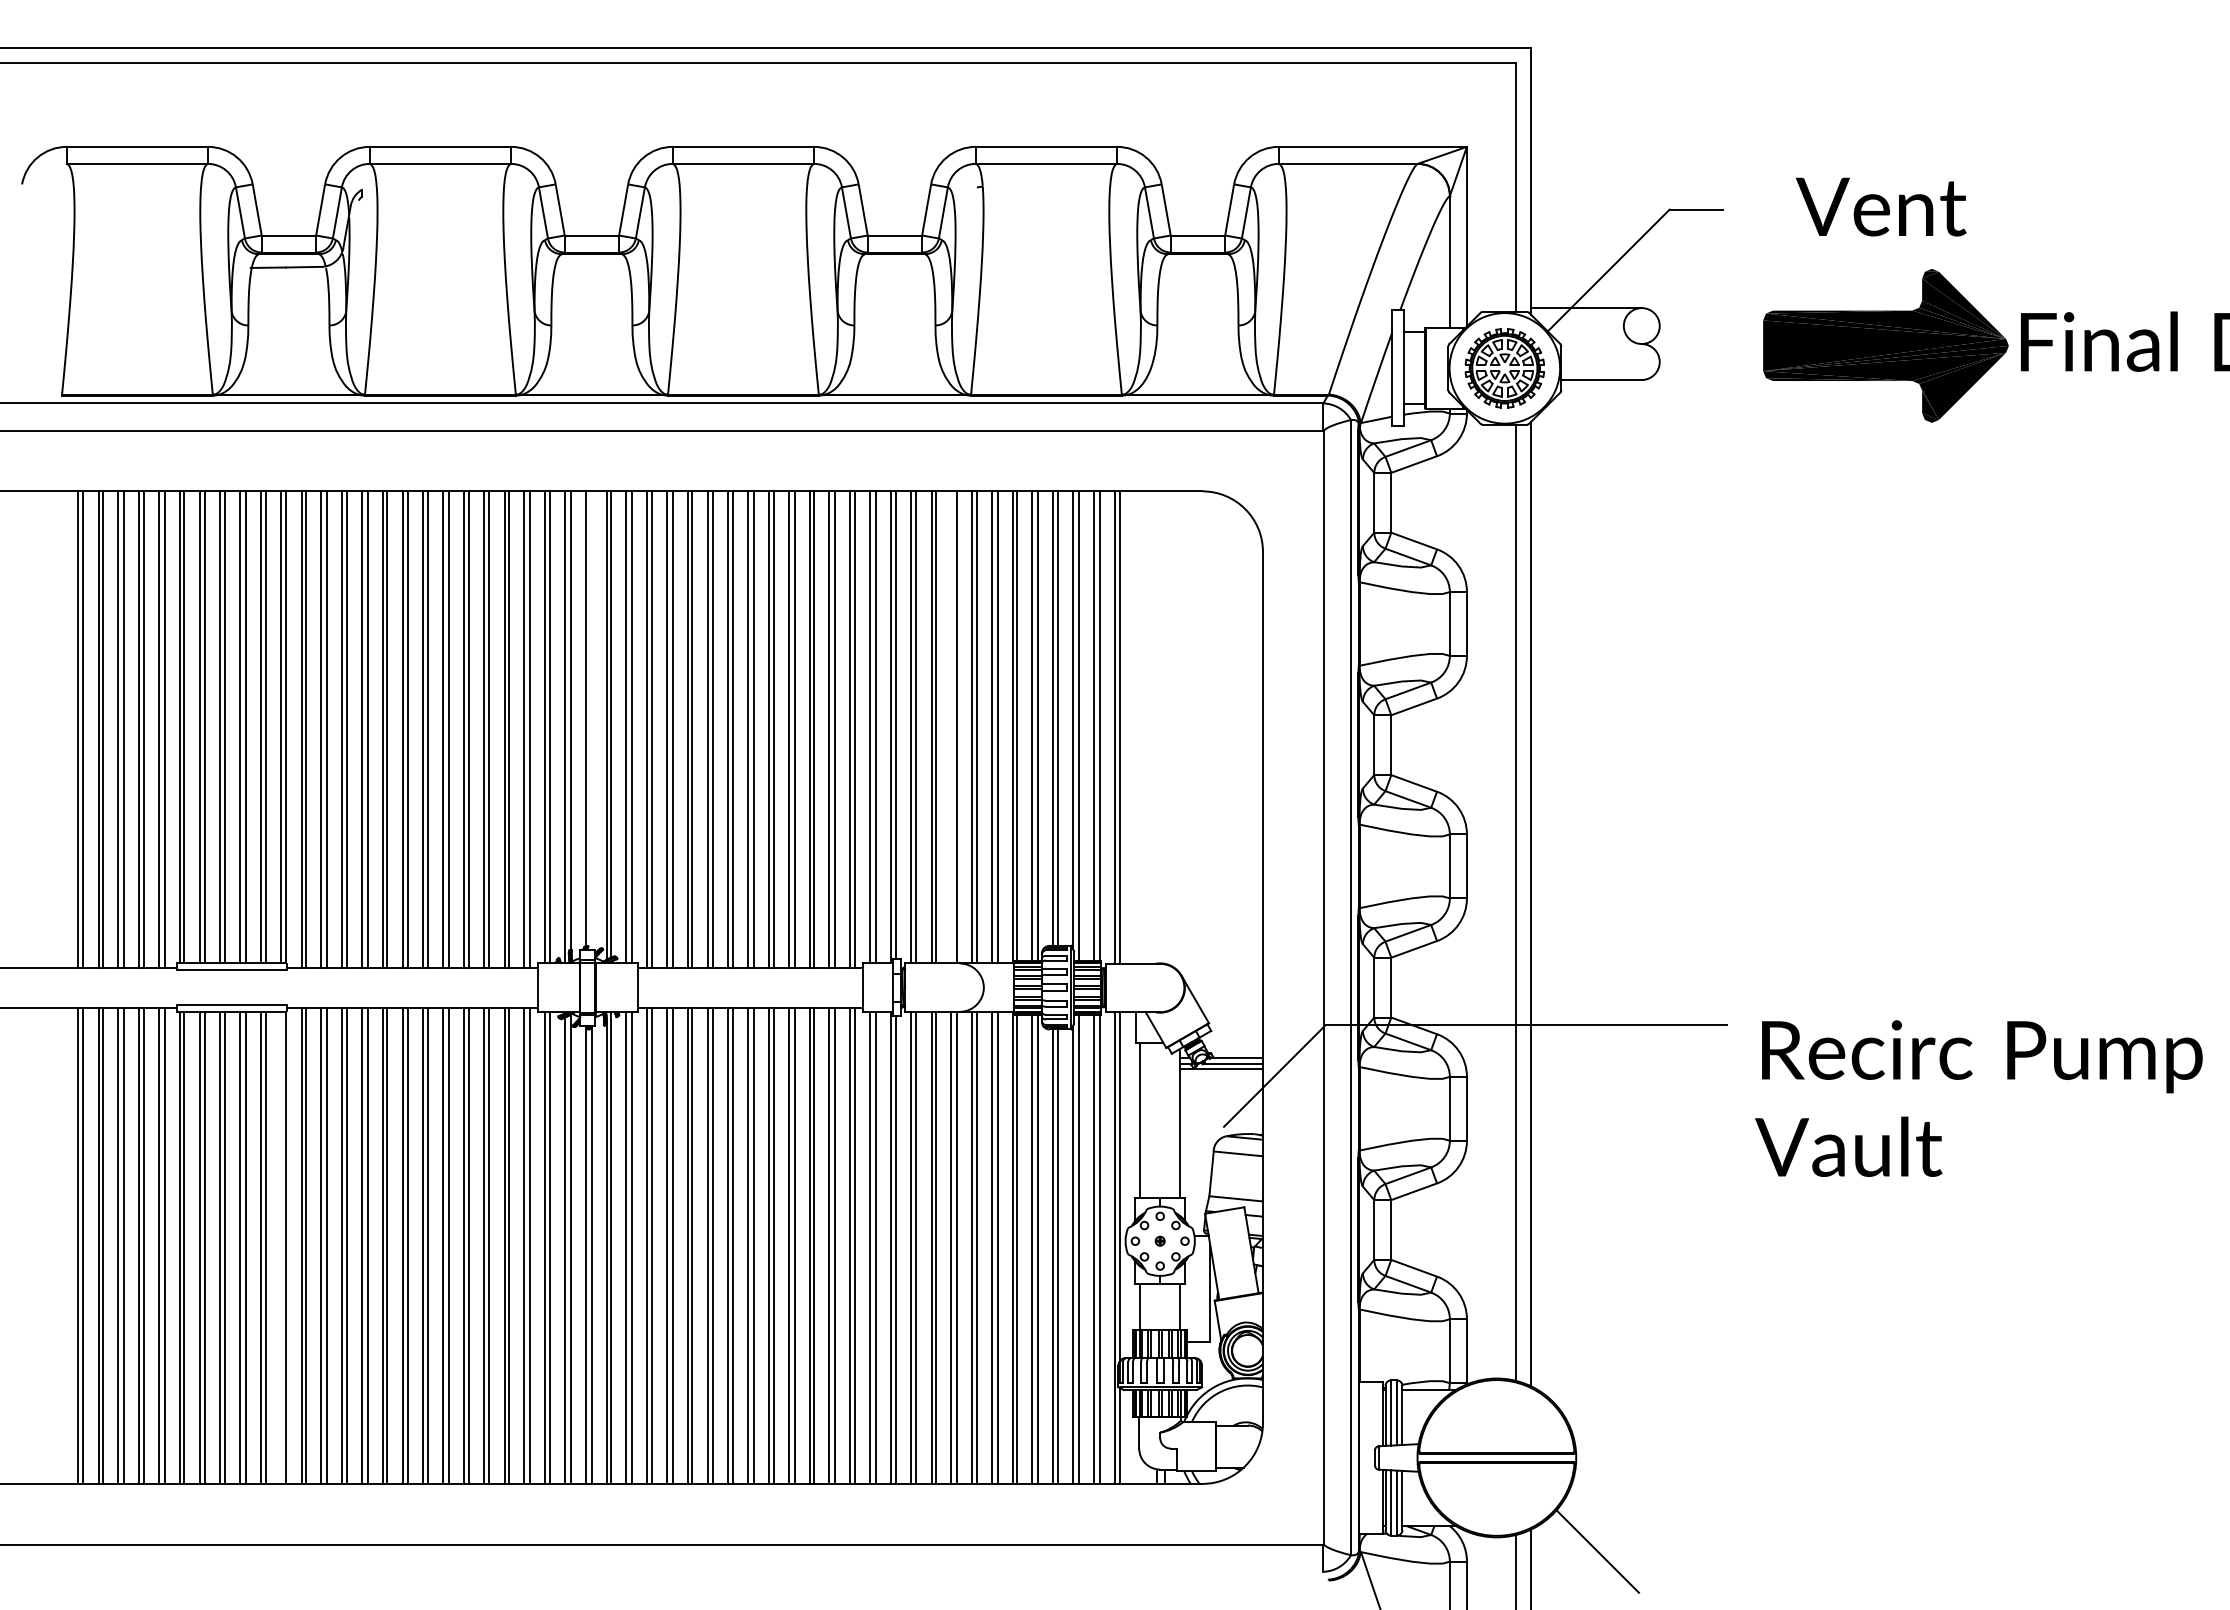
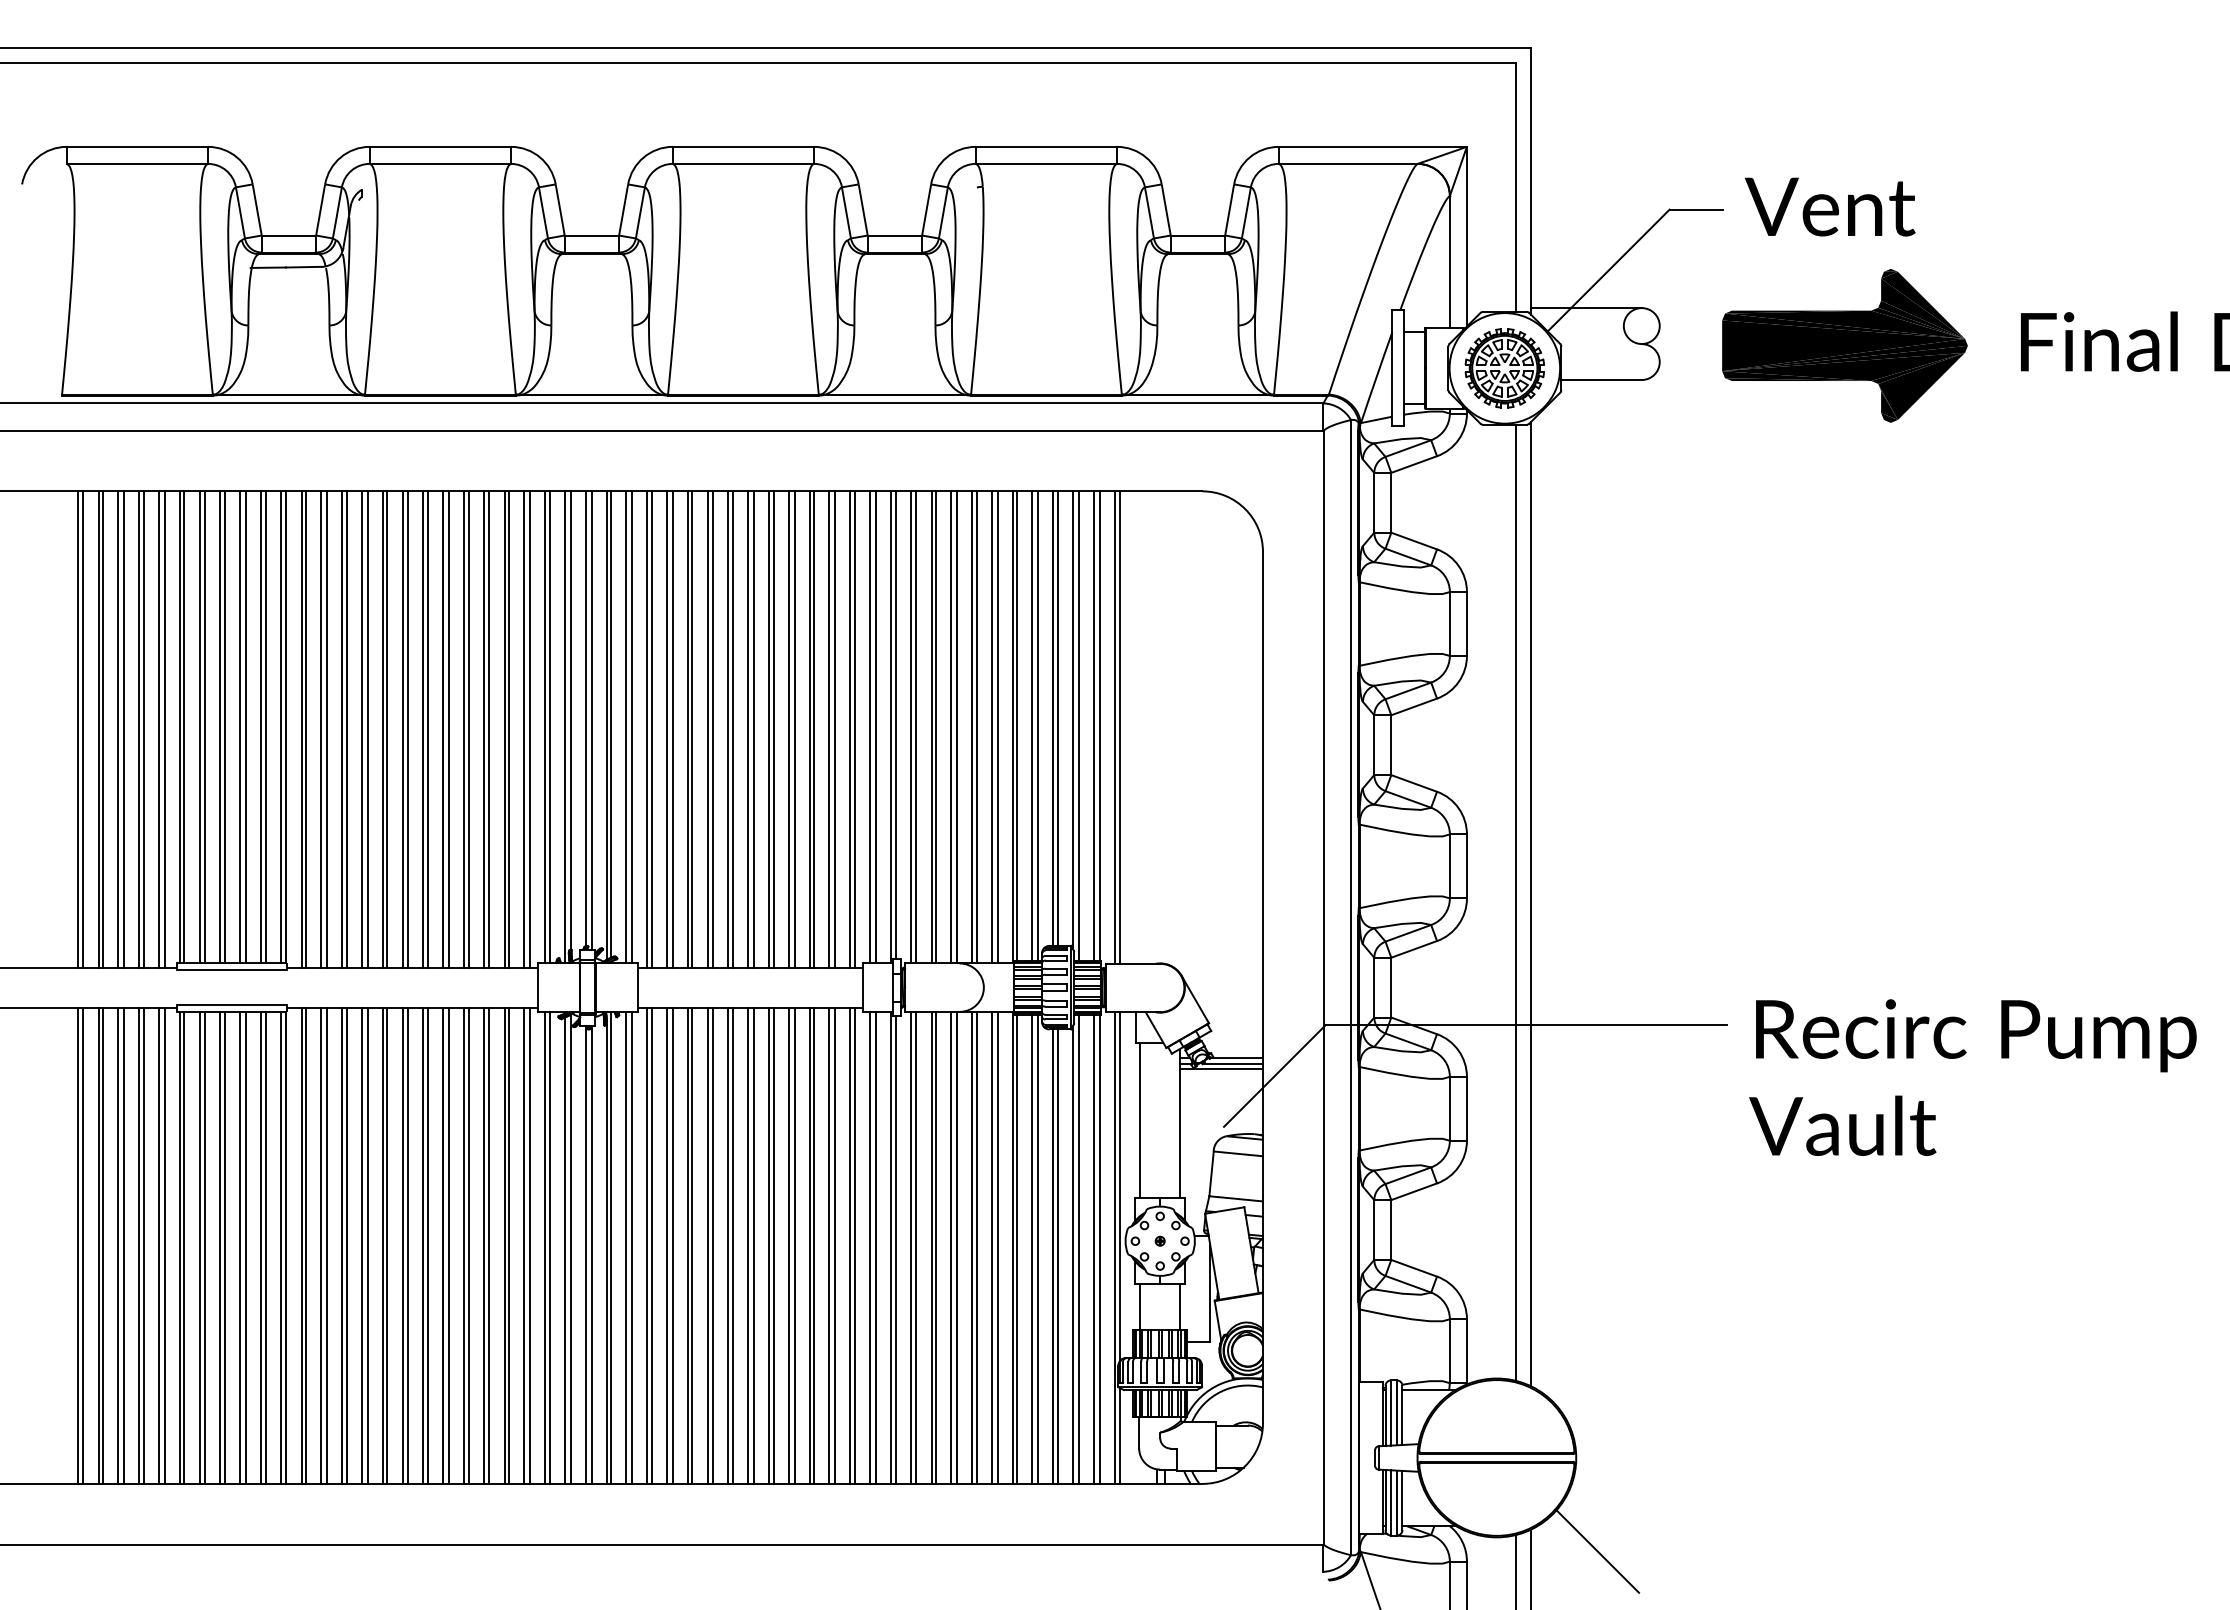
text at (1881, 206) position: (1881, 206) -> (1830, 206)
part at (1885, 345) position: (1885, 345) -> (1844, 345)
line at (591, 720): none -> present
line at (951, 727): none -> present
text at (1978, 1098) position: (1978, 1098) -> (1972, 1077)
line at (280, 1247): none -> present
